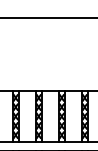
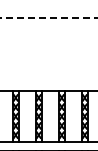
line at (49, 18): solid -> dashed
